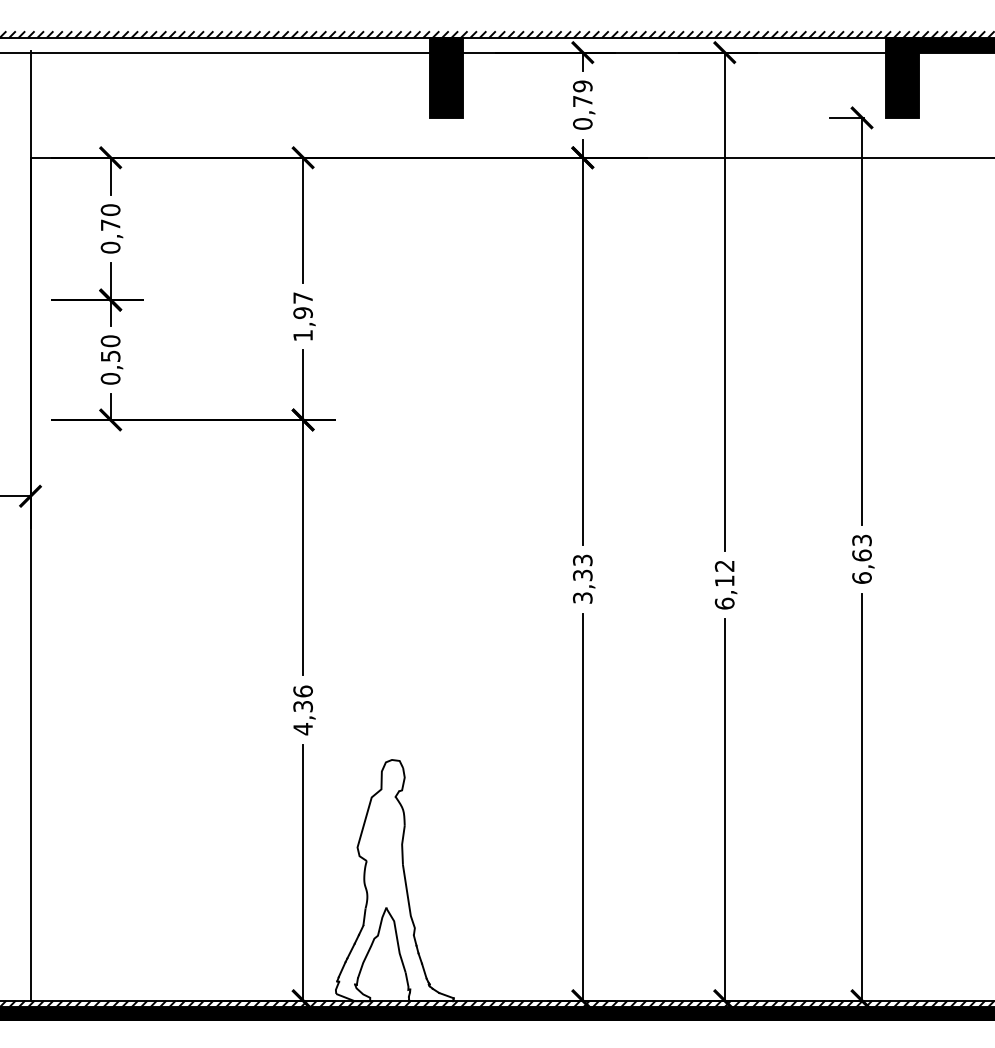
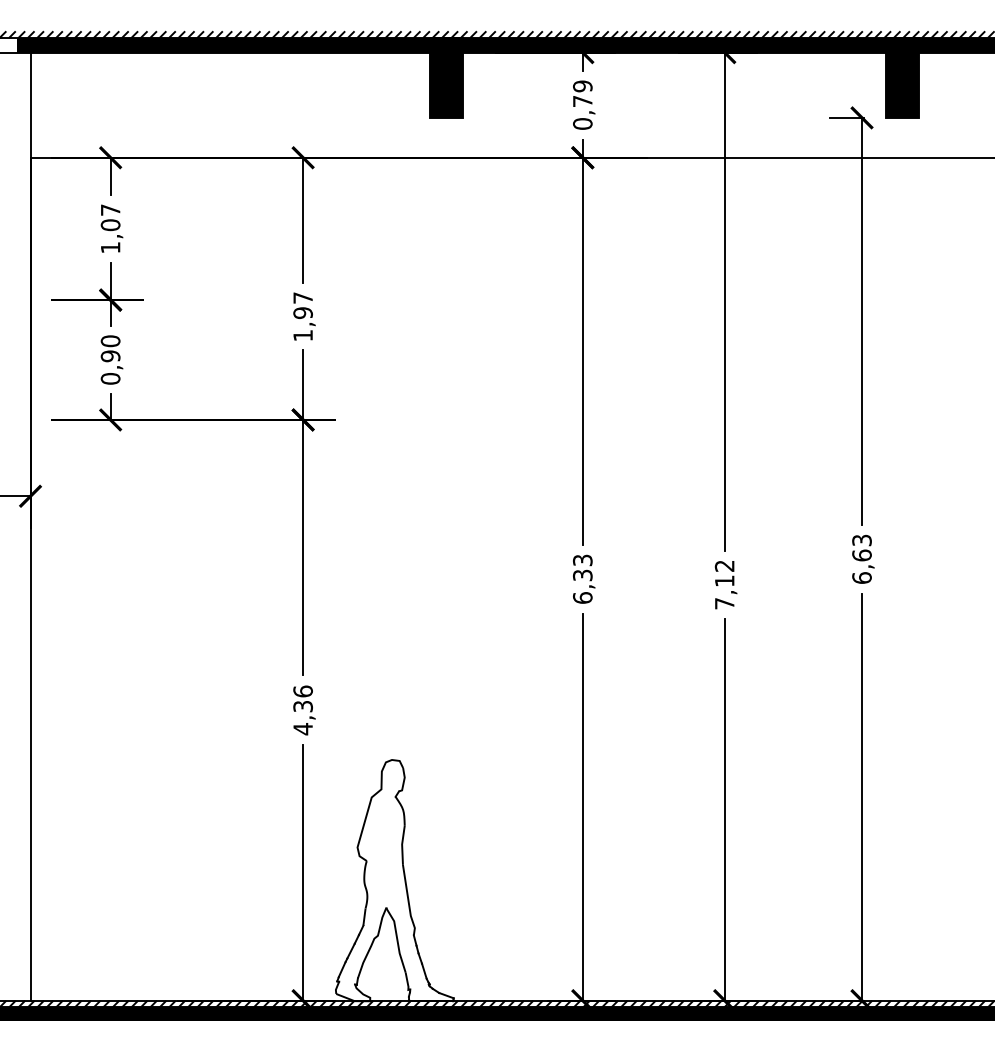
fill at (223, 44): none -> present
fill at (674, 44): none -> present
text at (110, 228): 0,70 -> 1,07
text at (110, 356): 0,50 -> 0,90
text at (582, 597): 3,33 -> 6,33
text at (724, 603): 6,12 -> 7,12
